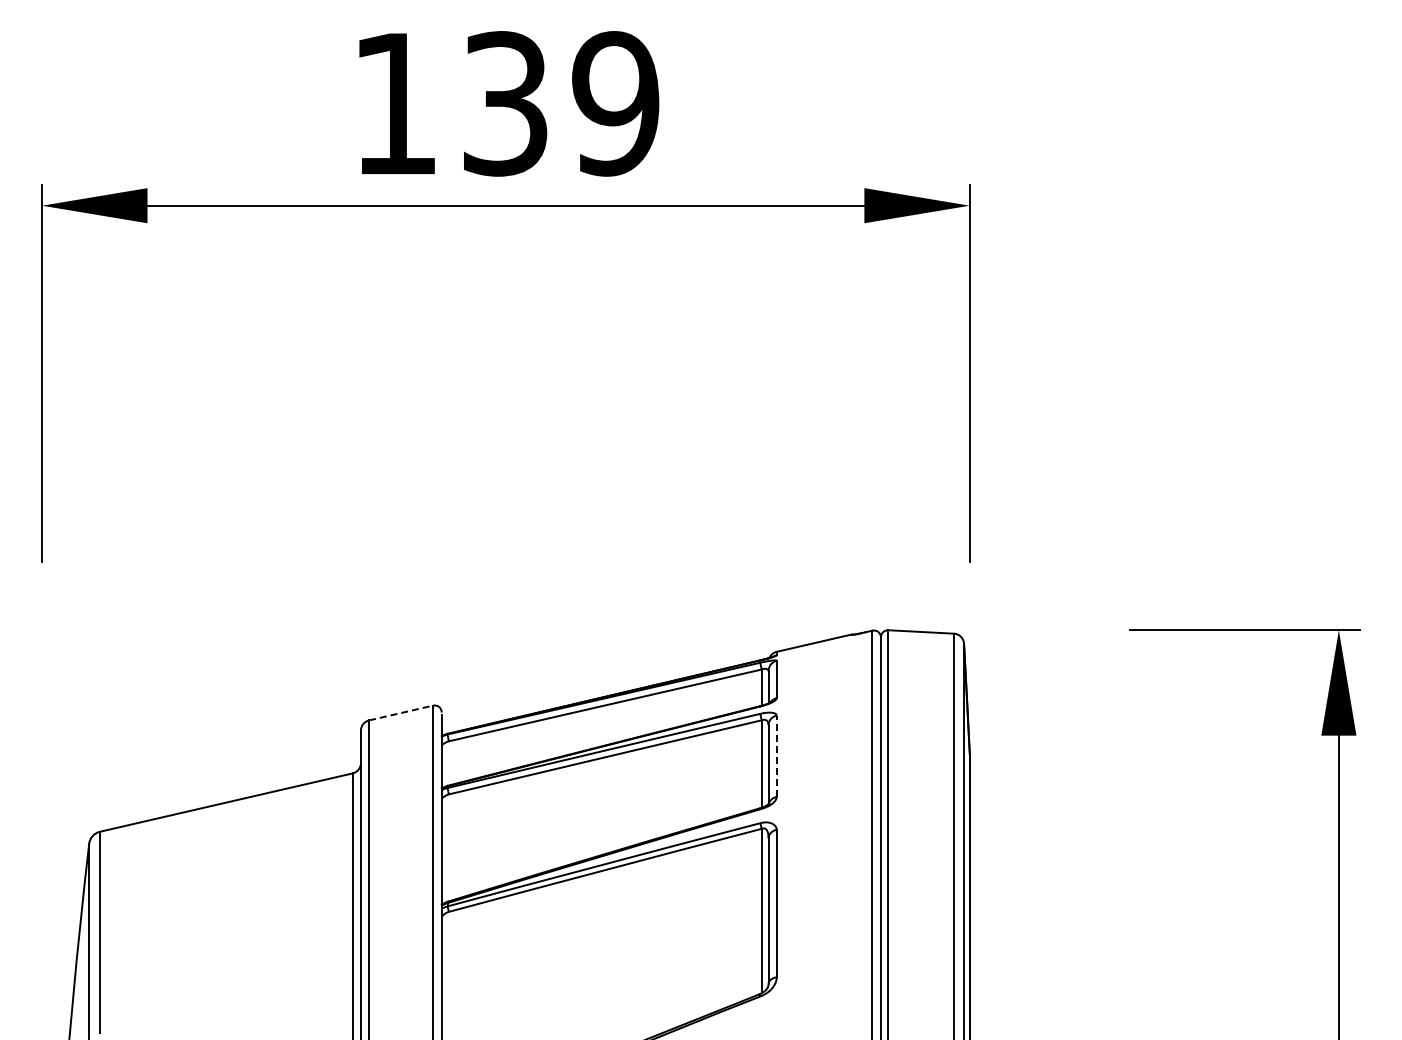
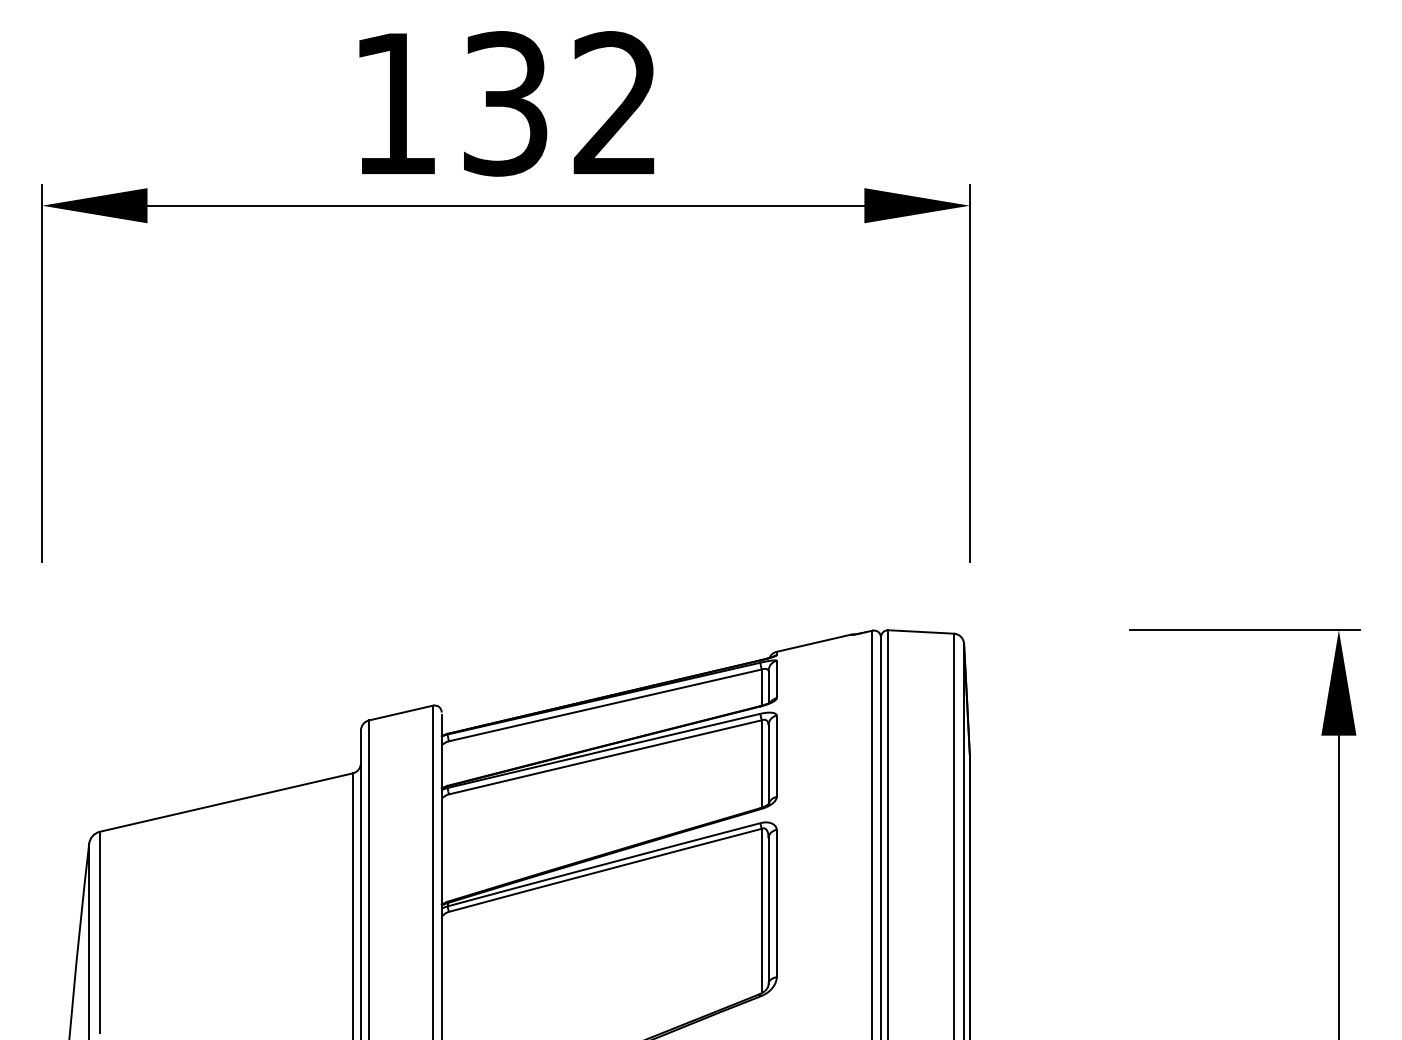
text at (615, 103): 139 -> 132
line at (401, 713): dashed -> solid
line at (776, 756): dashed -> solid
